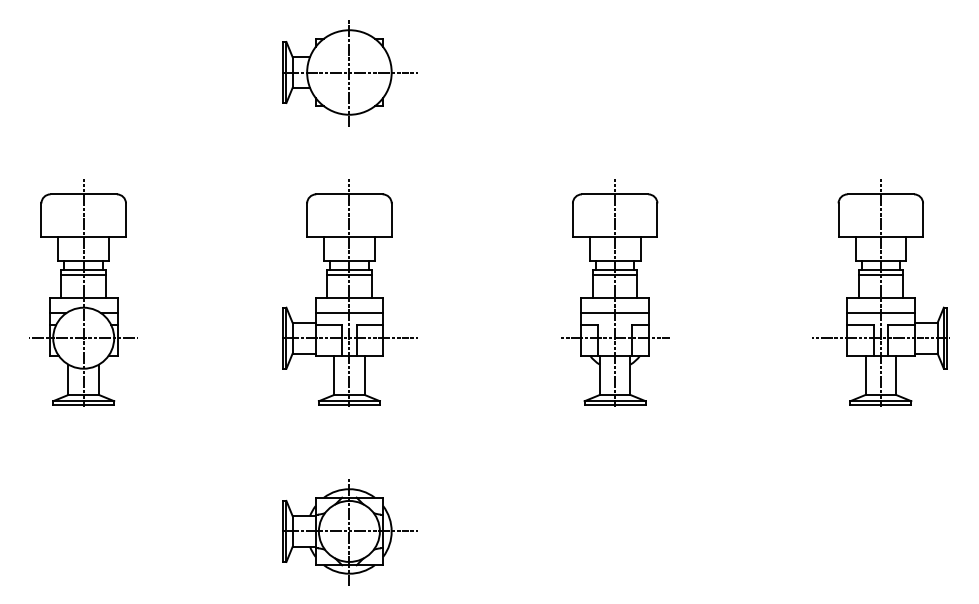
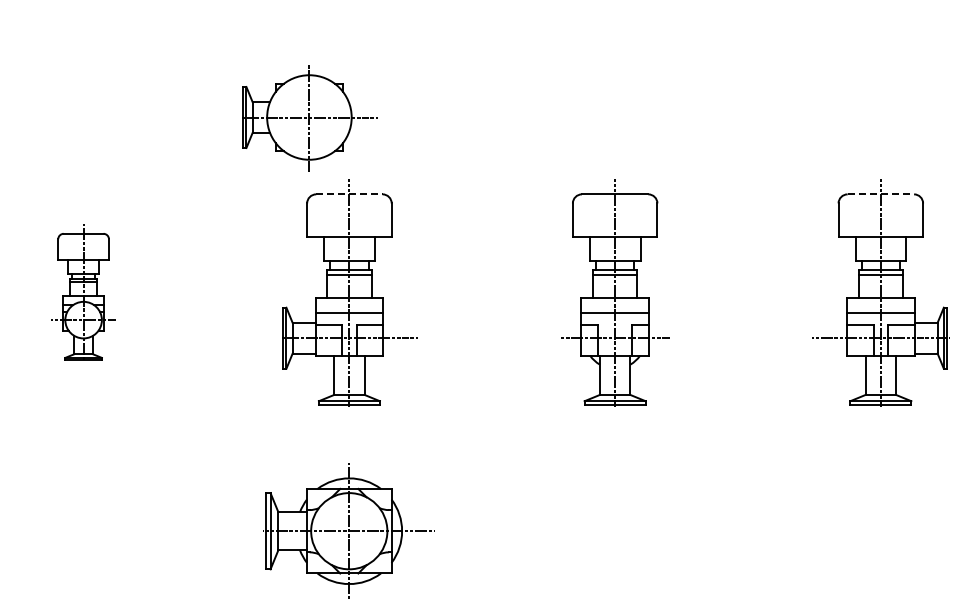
part at (349, 73) position: (349, 73) -> (309, 118)
line at (349, 194): solid -> dashed
line at (881, 194): solid -> dashed
part at (83, 292) size: 109x228 px -> 65x137 px
part at (349, 532) size: 136x107 px -> 172x136 px
